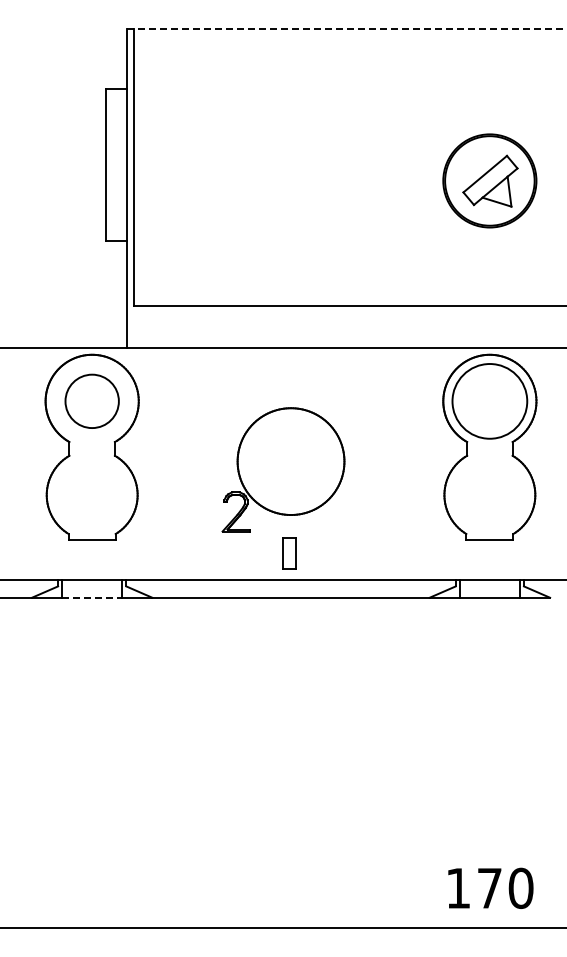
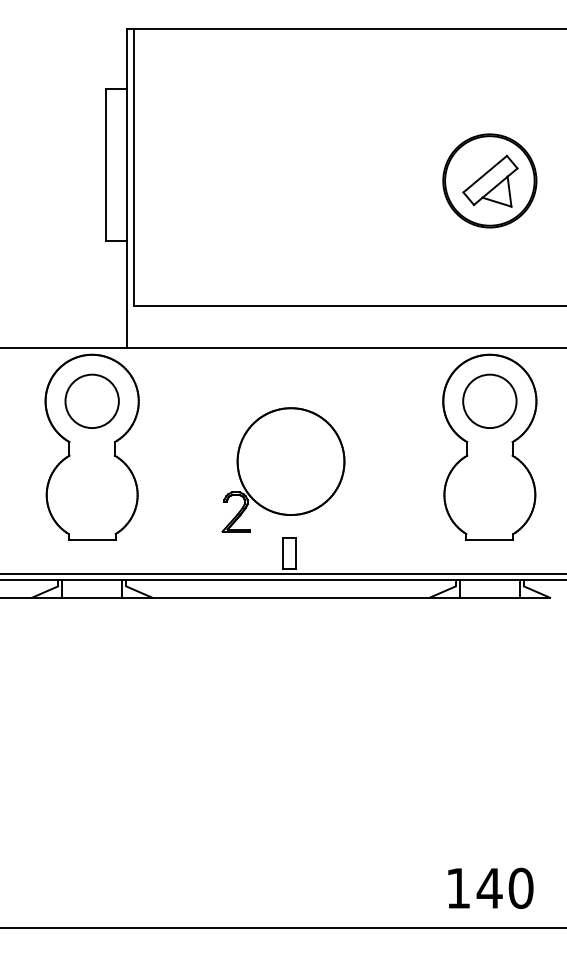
line at (347, 28): dashed -> solid
circle at (489, 401) diameter: 75 px -> 53 px
line at (282, 573): none -> present
line at (92, 597): dashed -> solid
text at (489, 888): 170 -> 140
